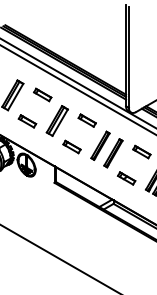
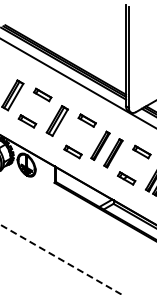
line at (77, 89): present -> none
part at (71, 146) position: (71, 146) -> (72, 151)
line at (61, 259): solid -> dashed
